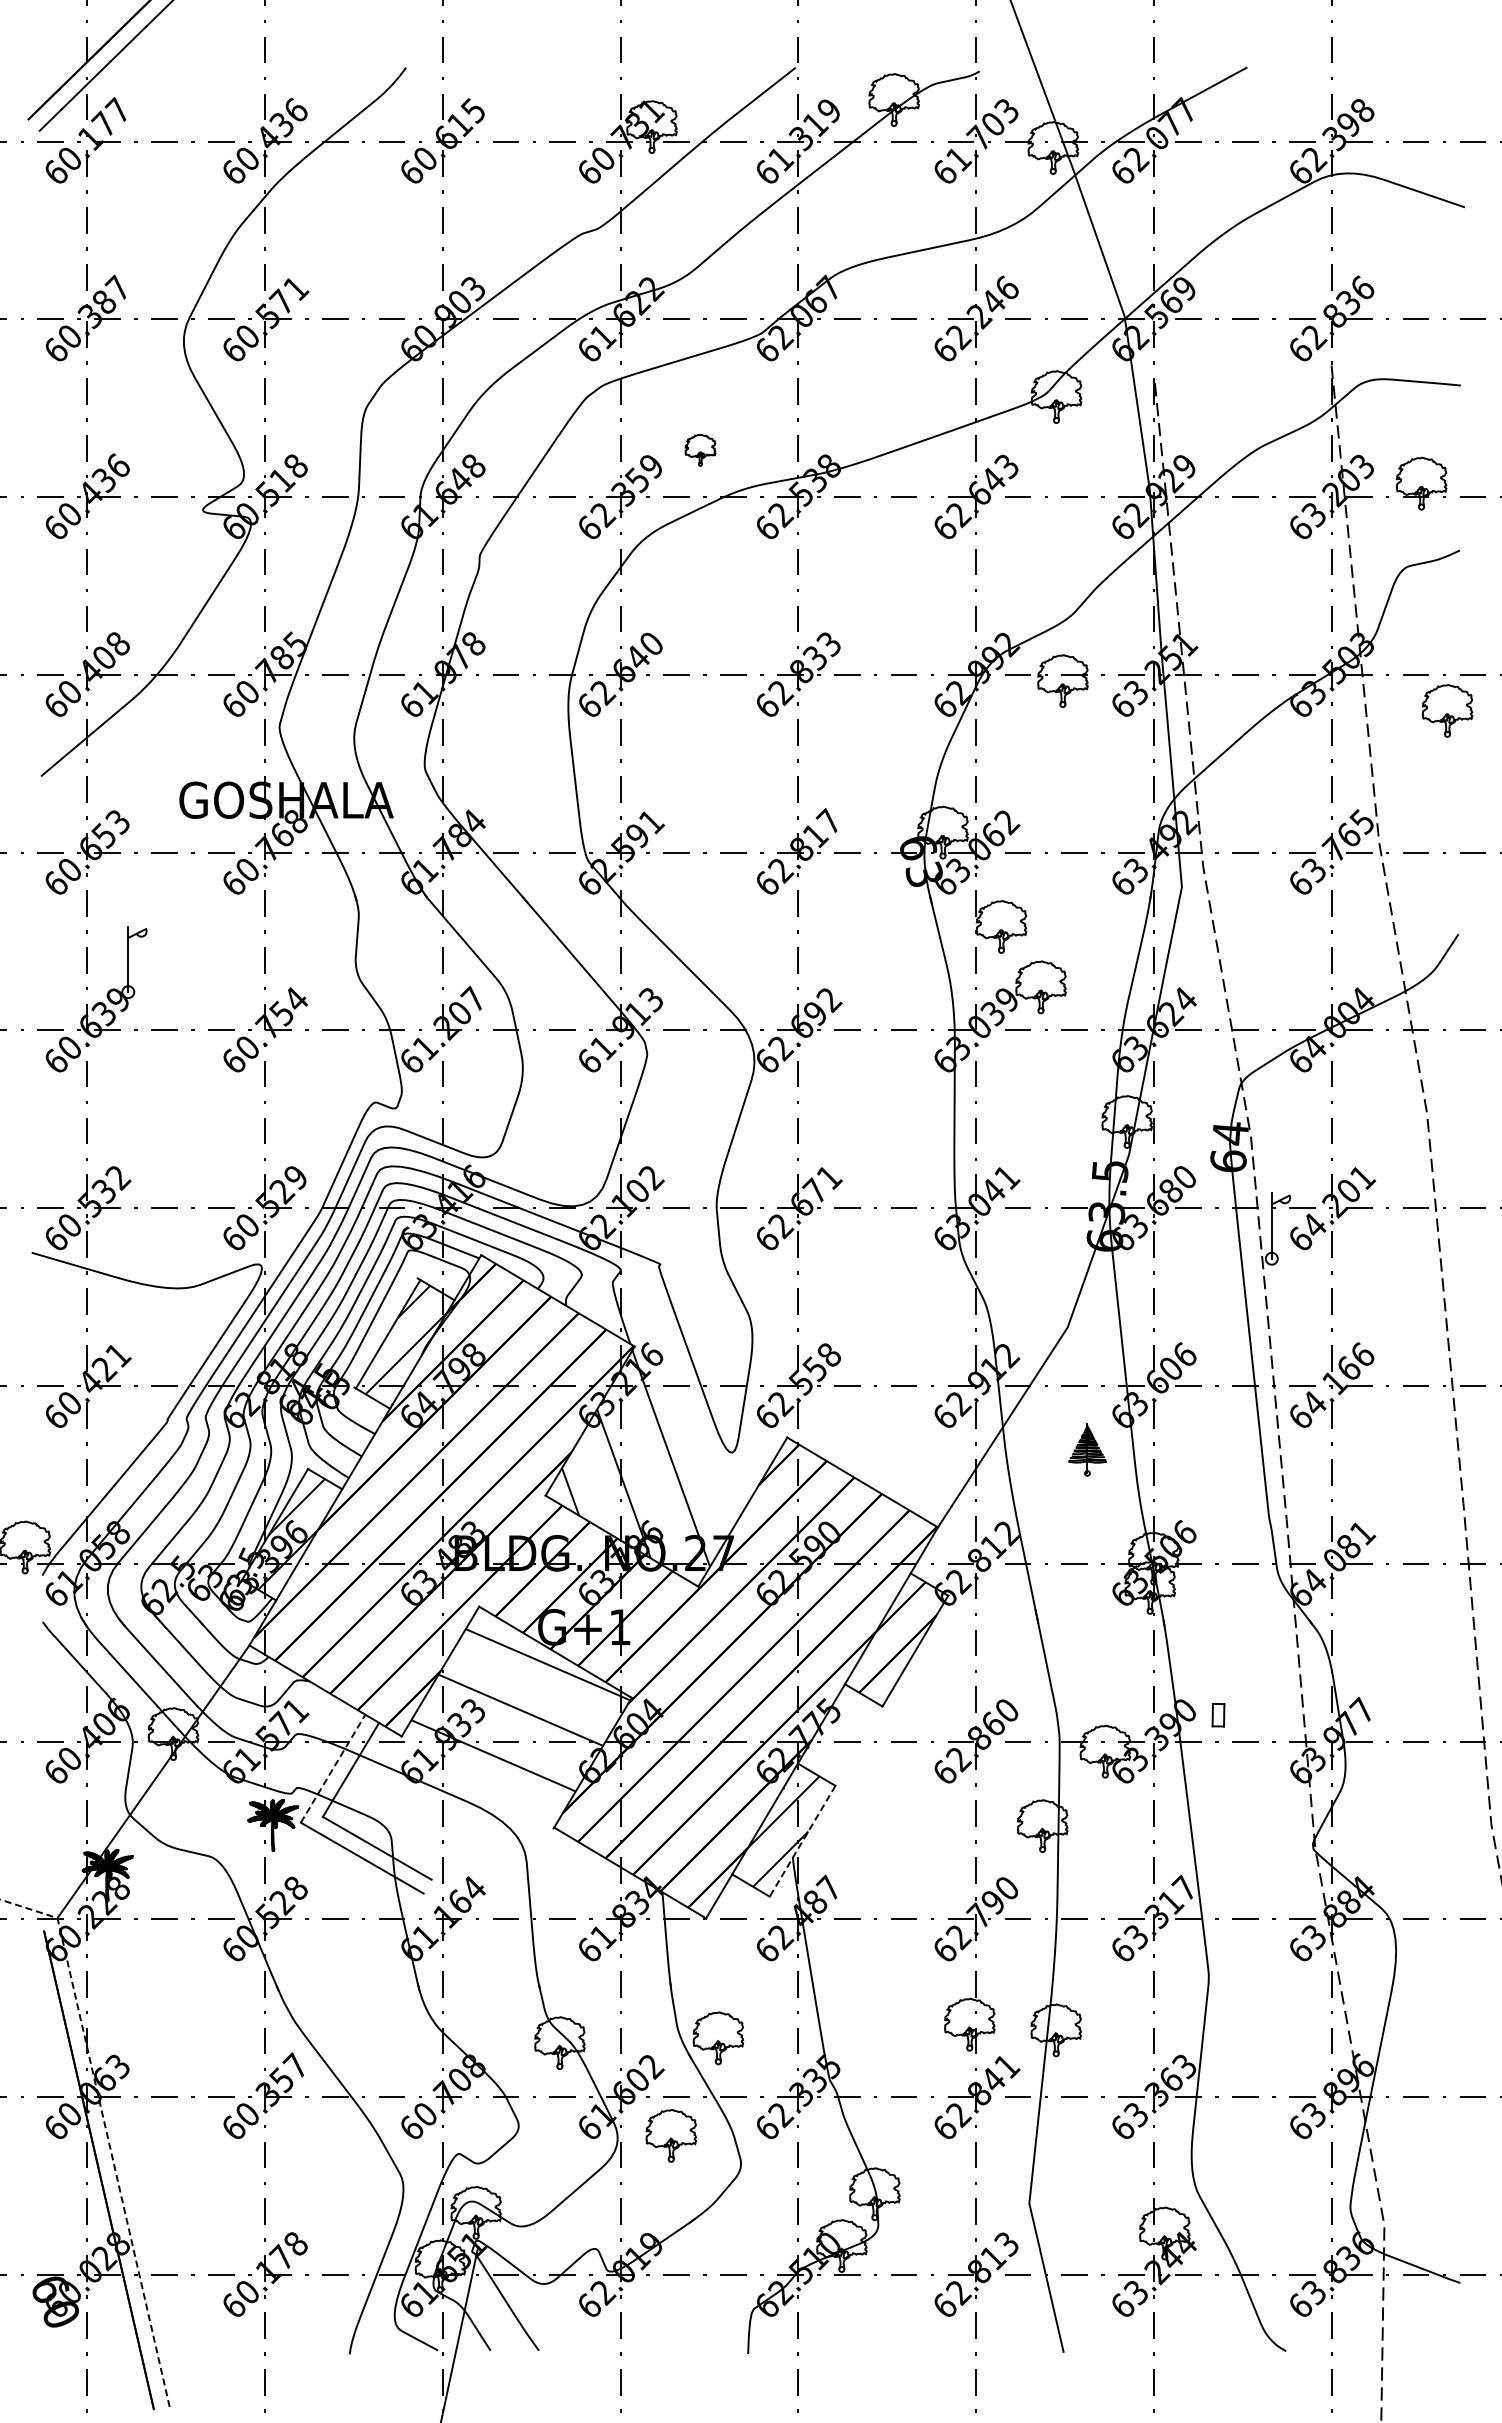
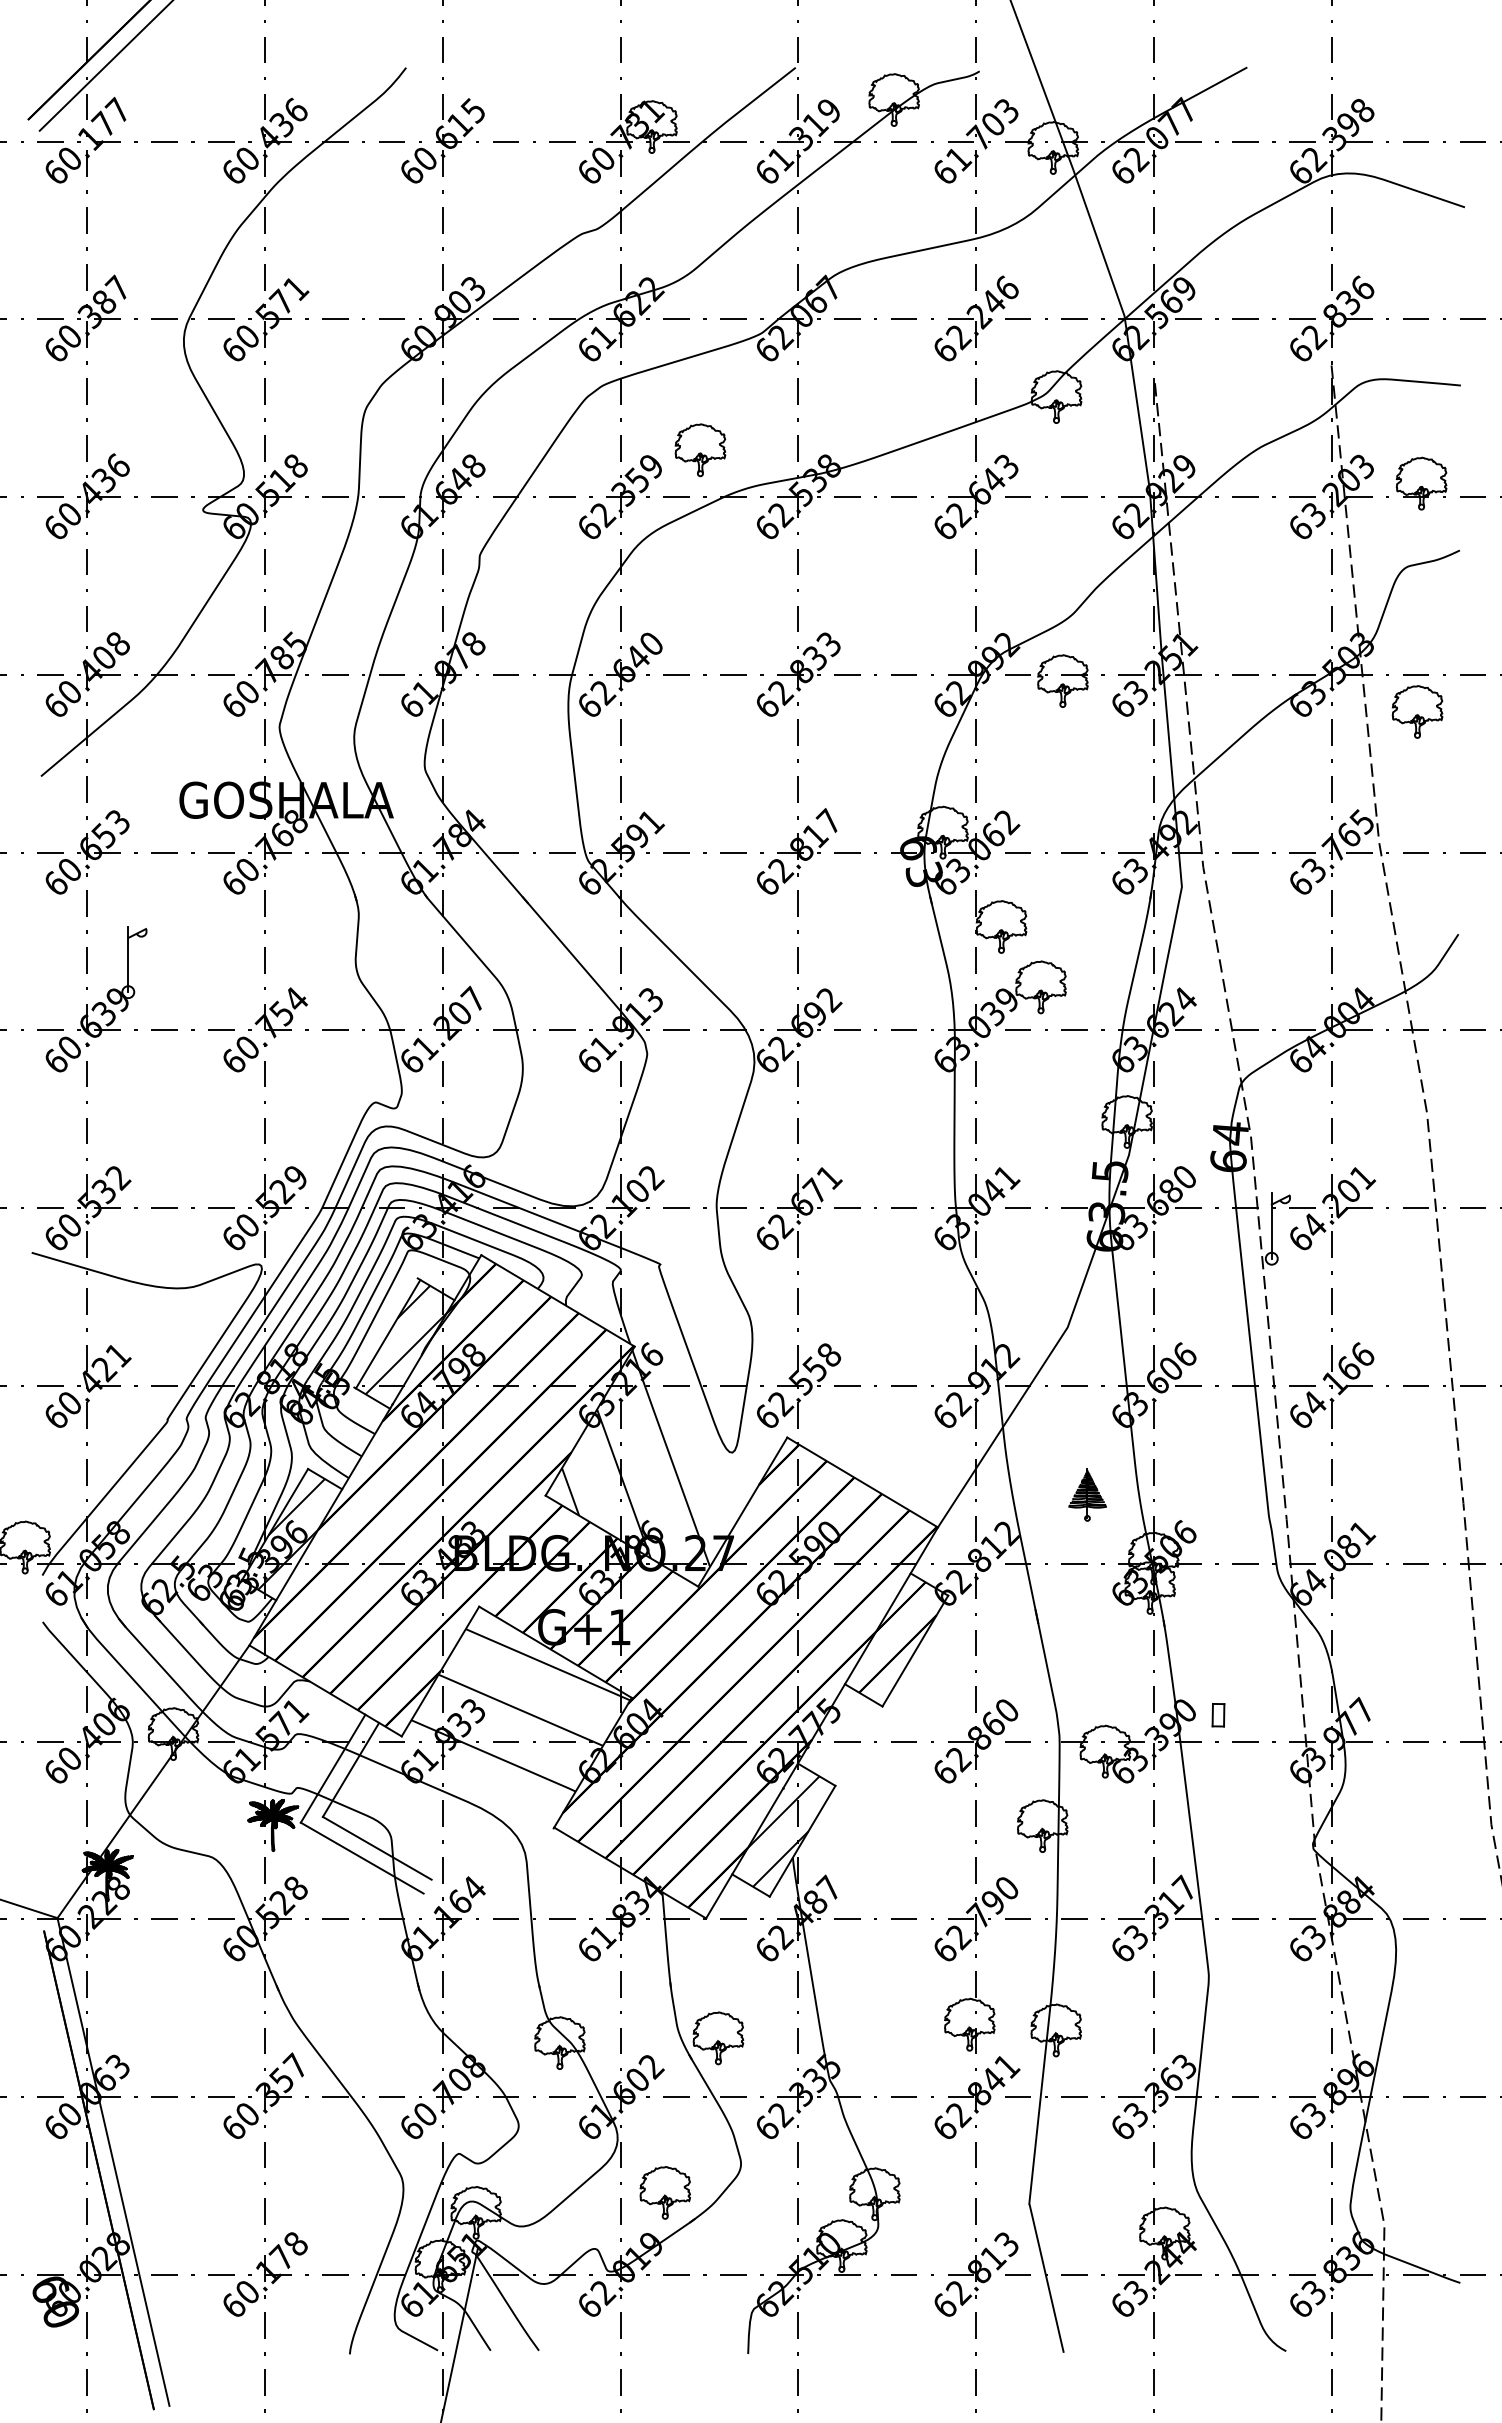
part at (700, 449) size: 33x34 px -> 53x55 px
part at (1447, 710) position: (1447, 710) -> (1417, 711)
part at (1087, 1449) position: (1087, 1449) -> (1087, 1494)
line at (333, 1768): dashed -> solid
line at (802, 1841): dashed -> solid
line at (106, 2132): dashed -> solid
part at (670, 2135) position: (670, 2135) -> (664, 2192)
